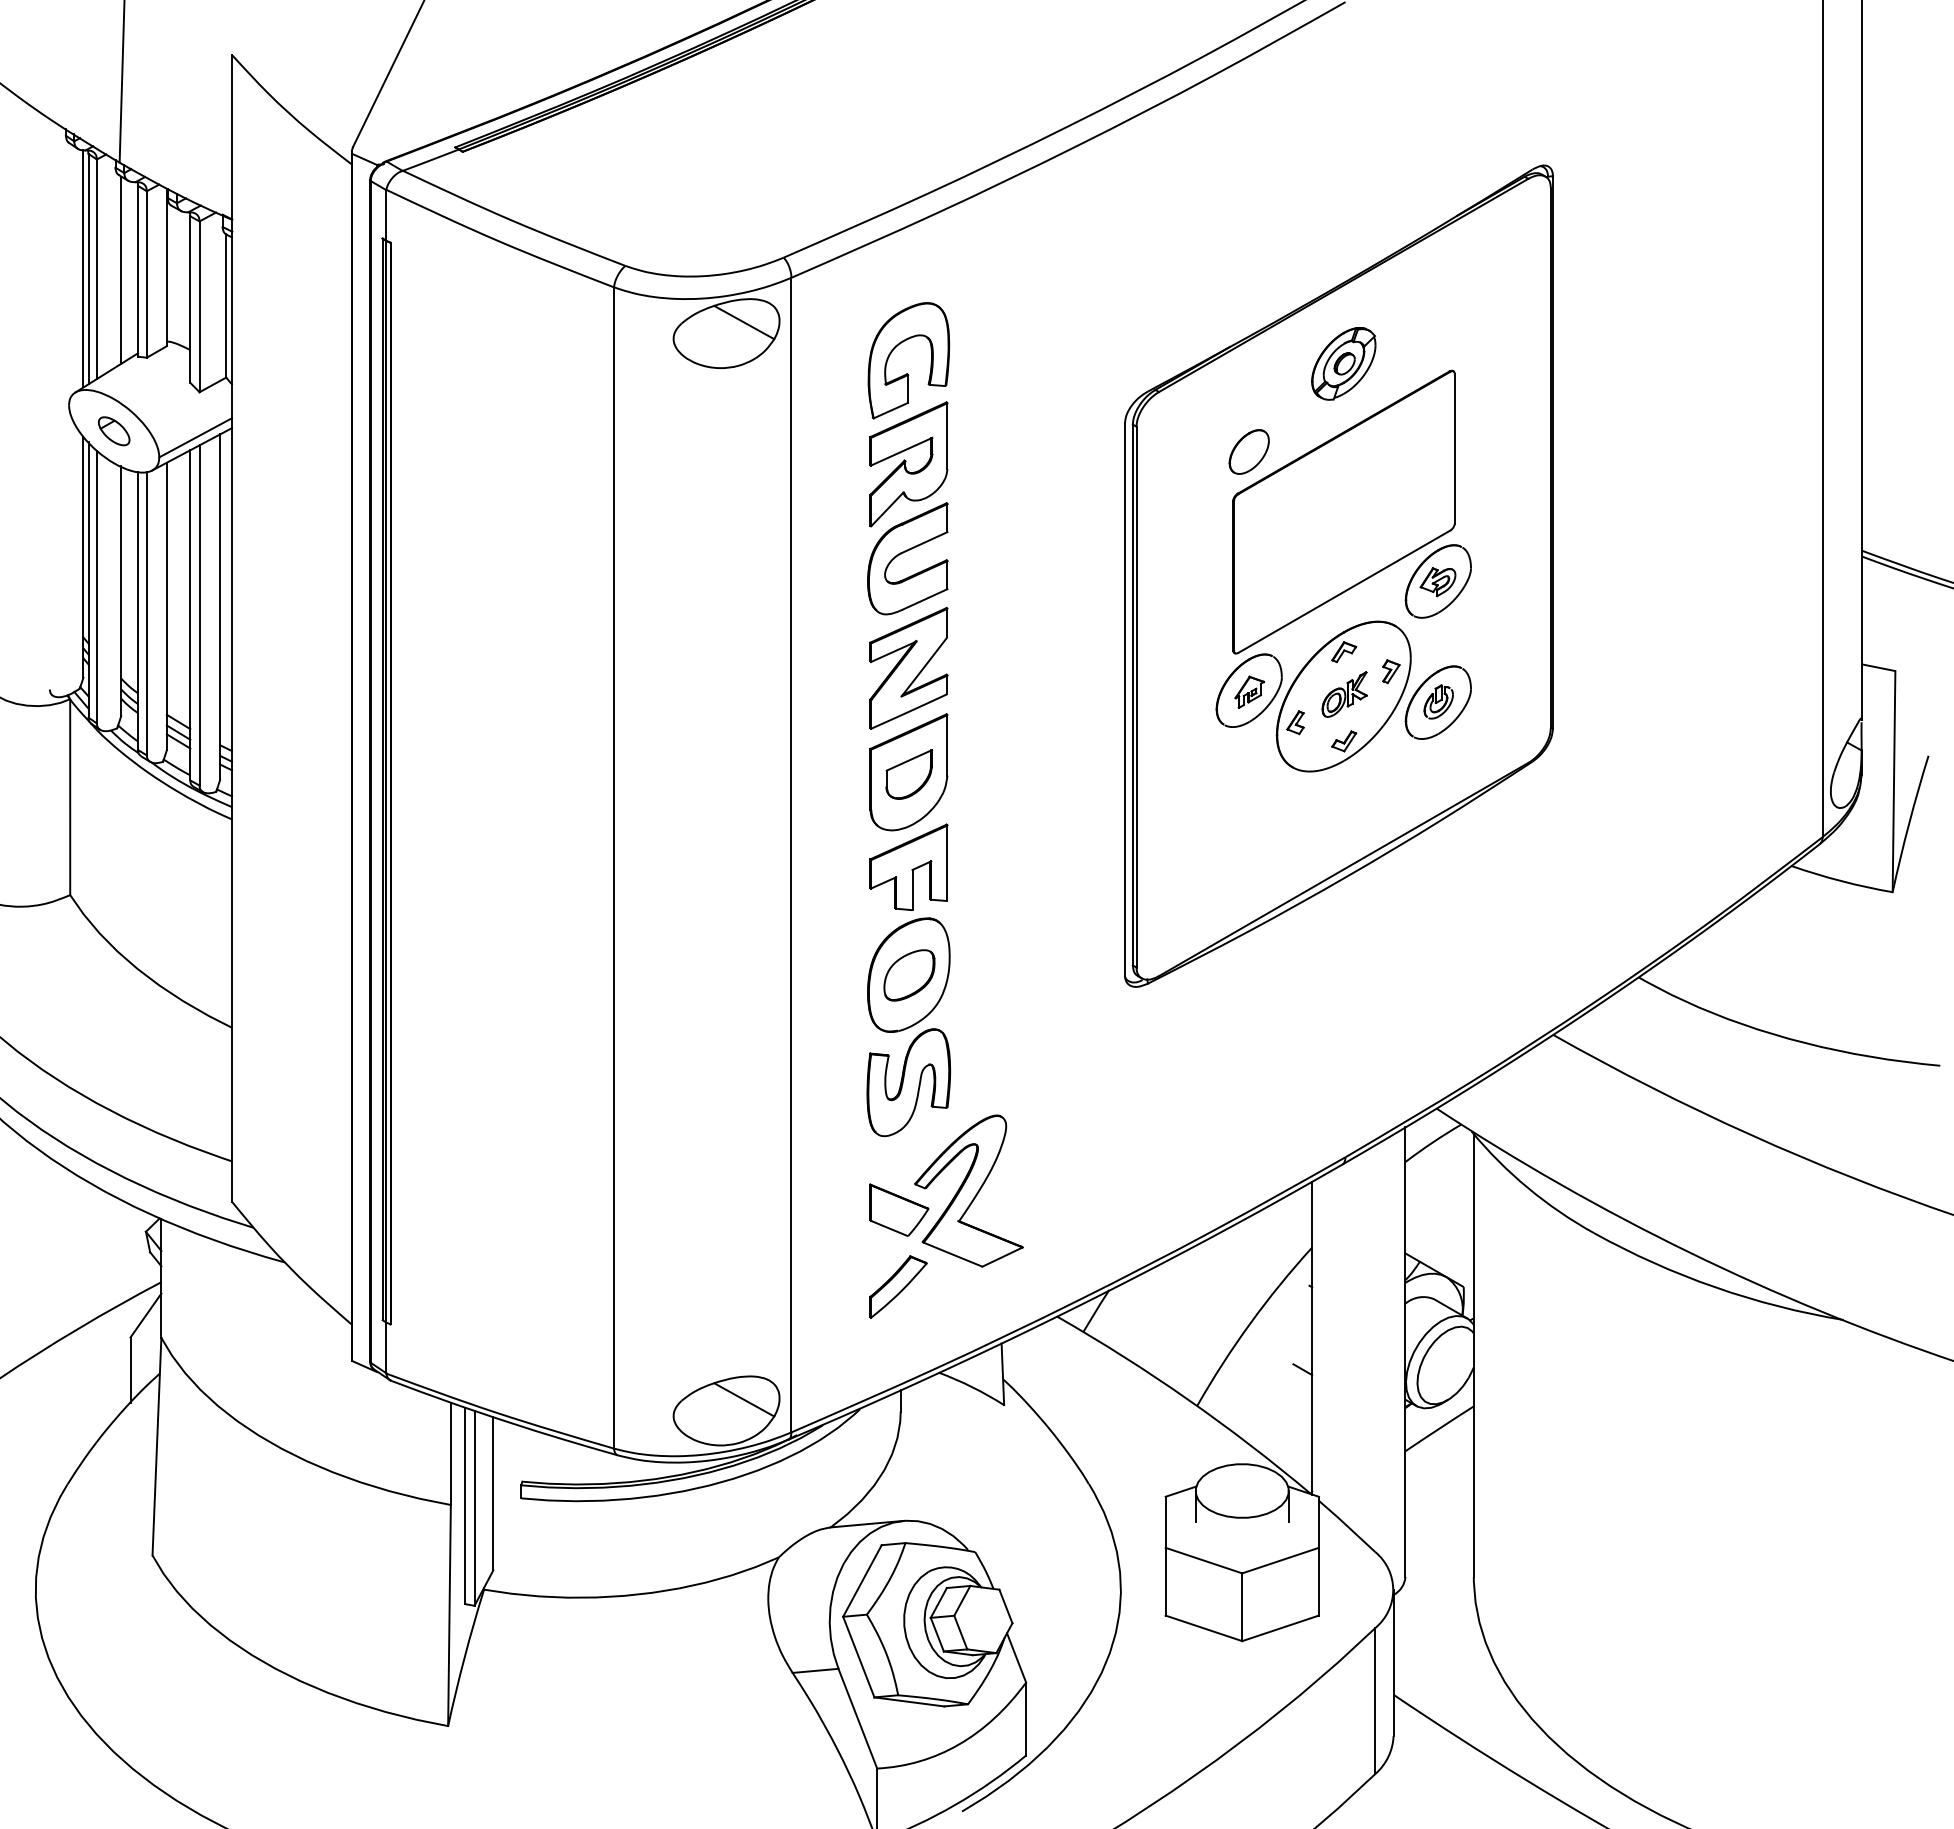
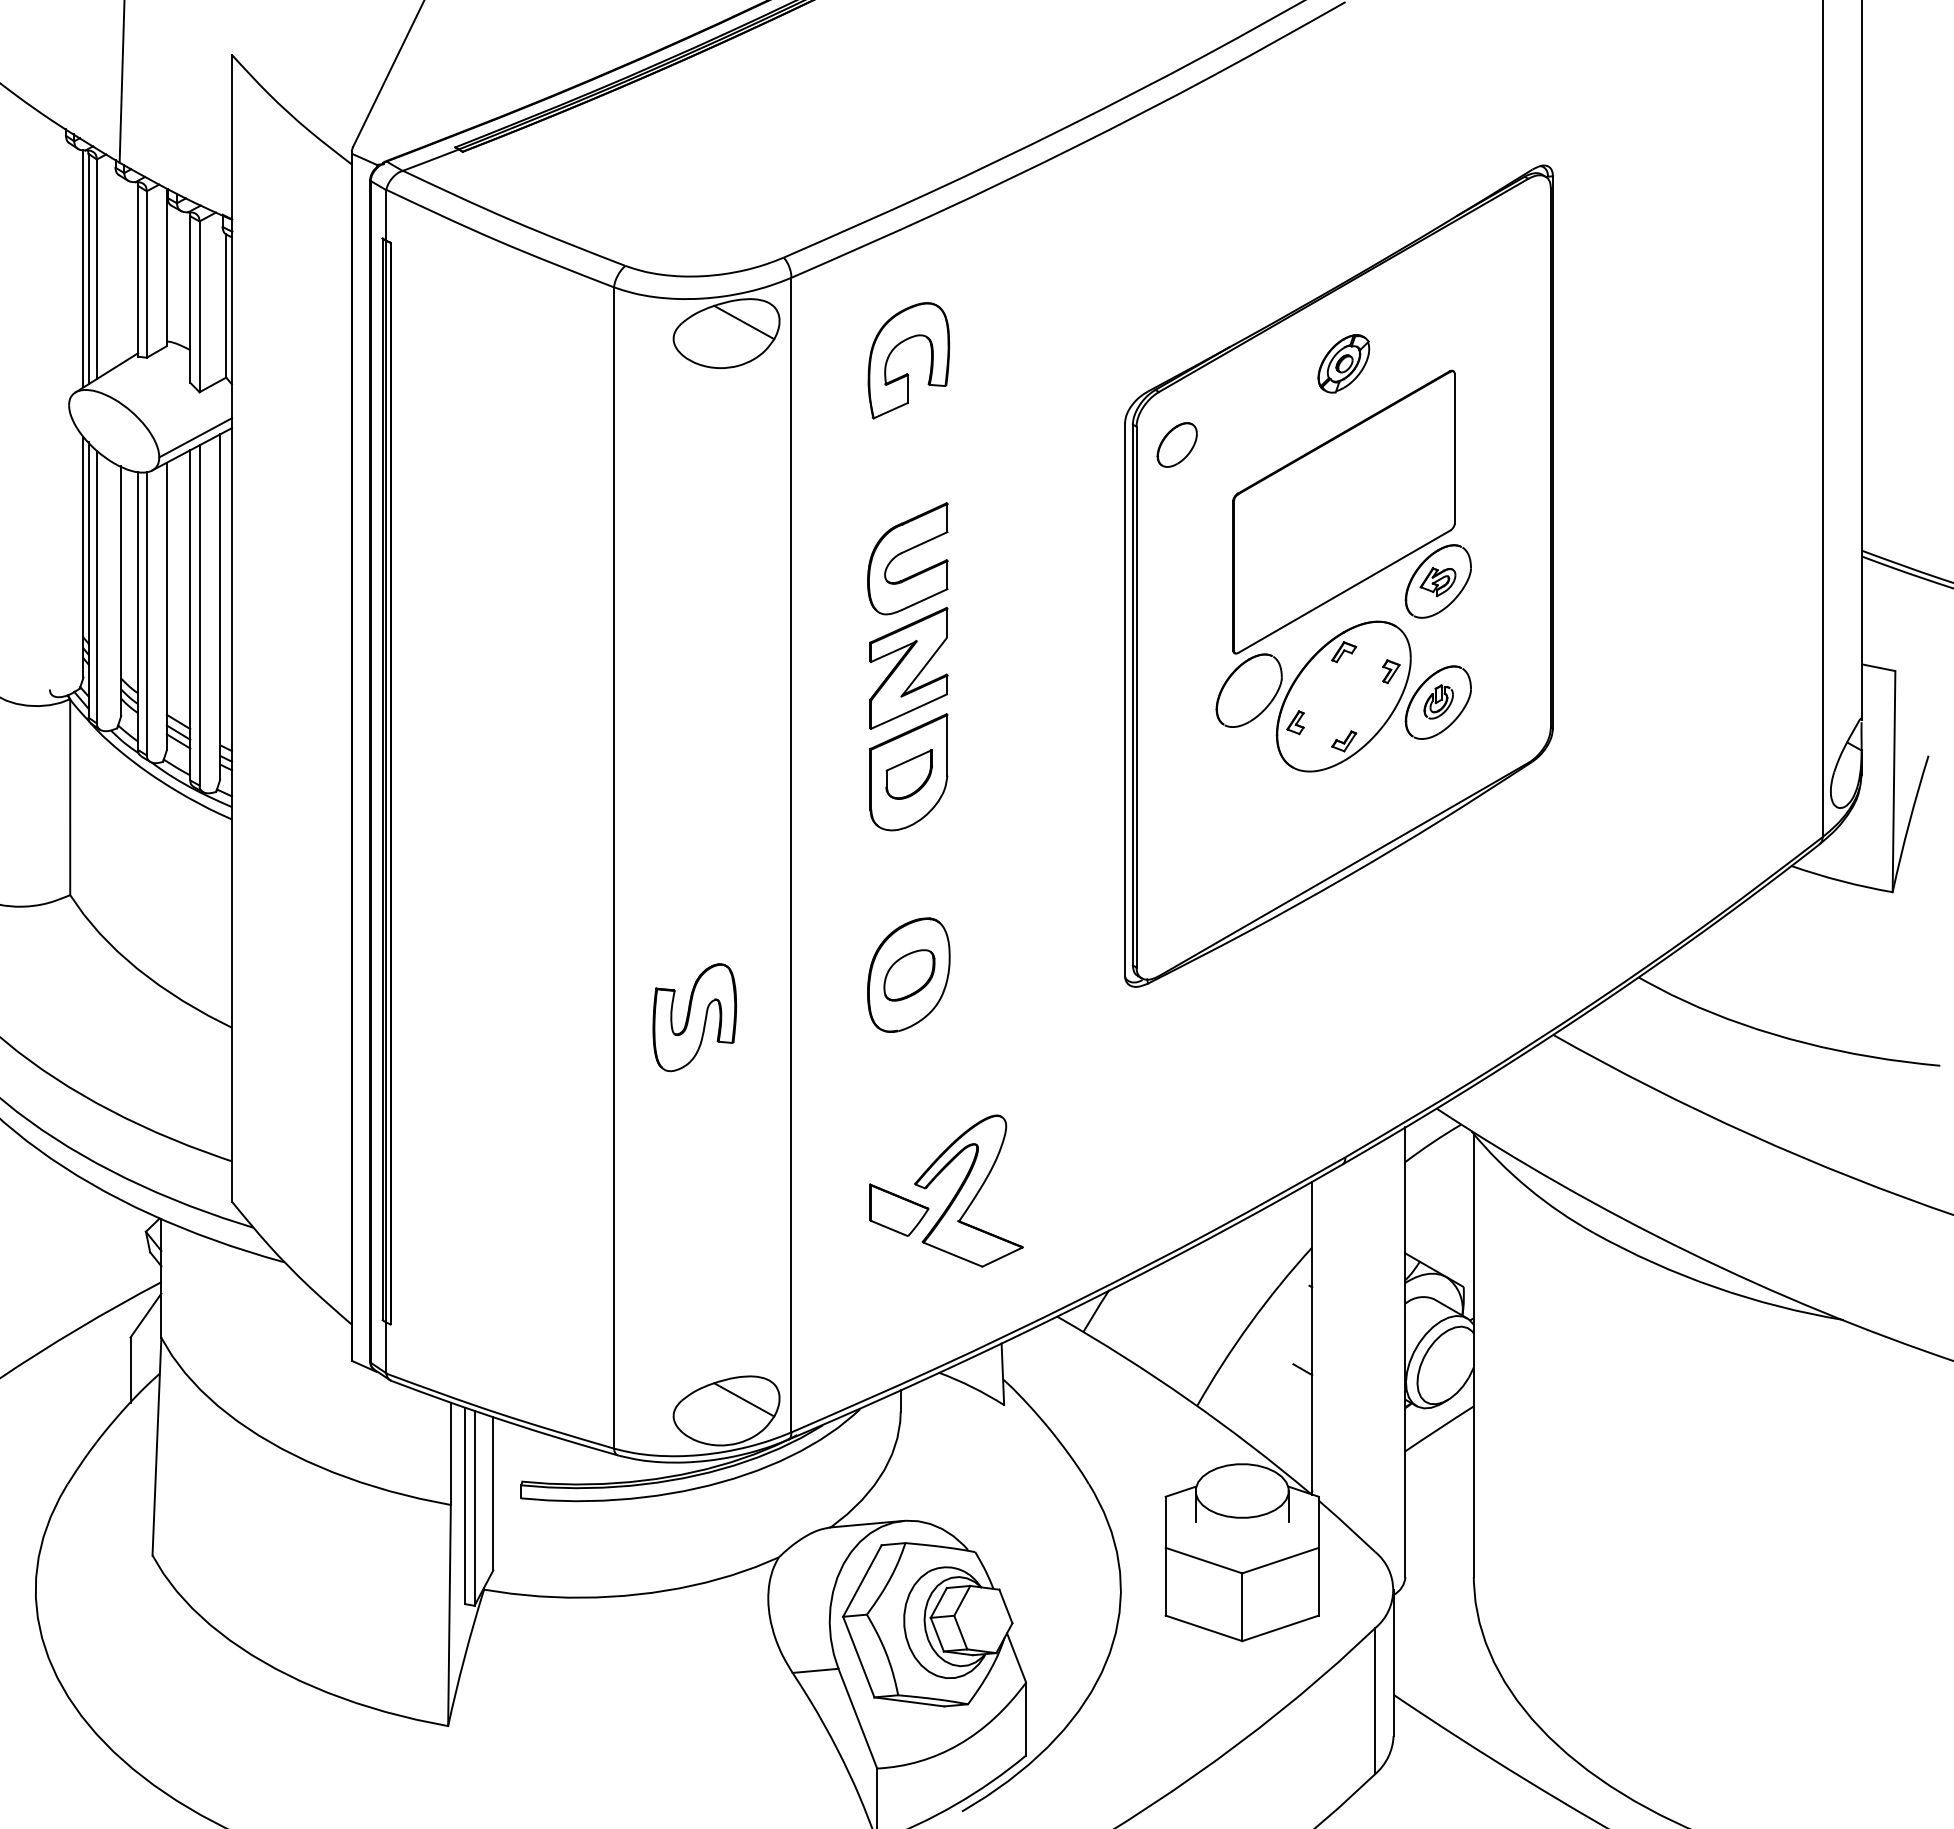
line at (121, 269): present -> none
part at (1343, 363) size: 66x74 px -> 54x60 px
part at (113, 431): present -> none
part at (1248, 451) position: (1248, 451) -> (1176, 444)
part at (908, 464): present -> none
part at (1249, 691): present -> none
part at (1344, 694): present -> none
part at (908, 866): present -> none
part at (908, 1082) position: (908, 1082) -> (694, 1017)
part at (898, 1286): present -> none
